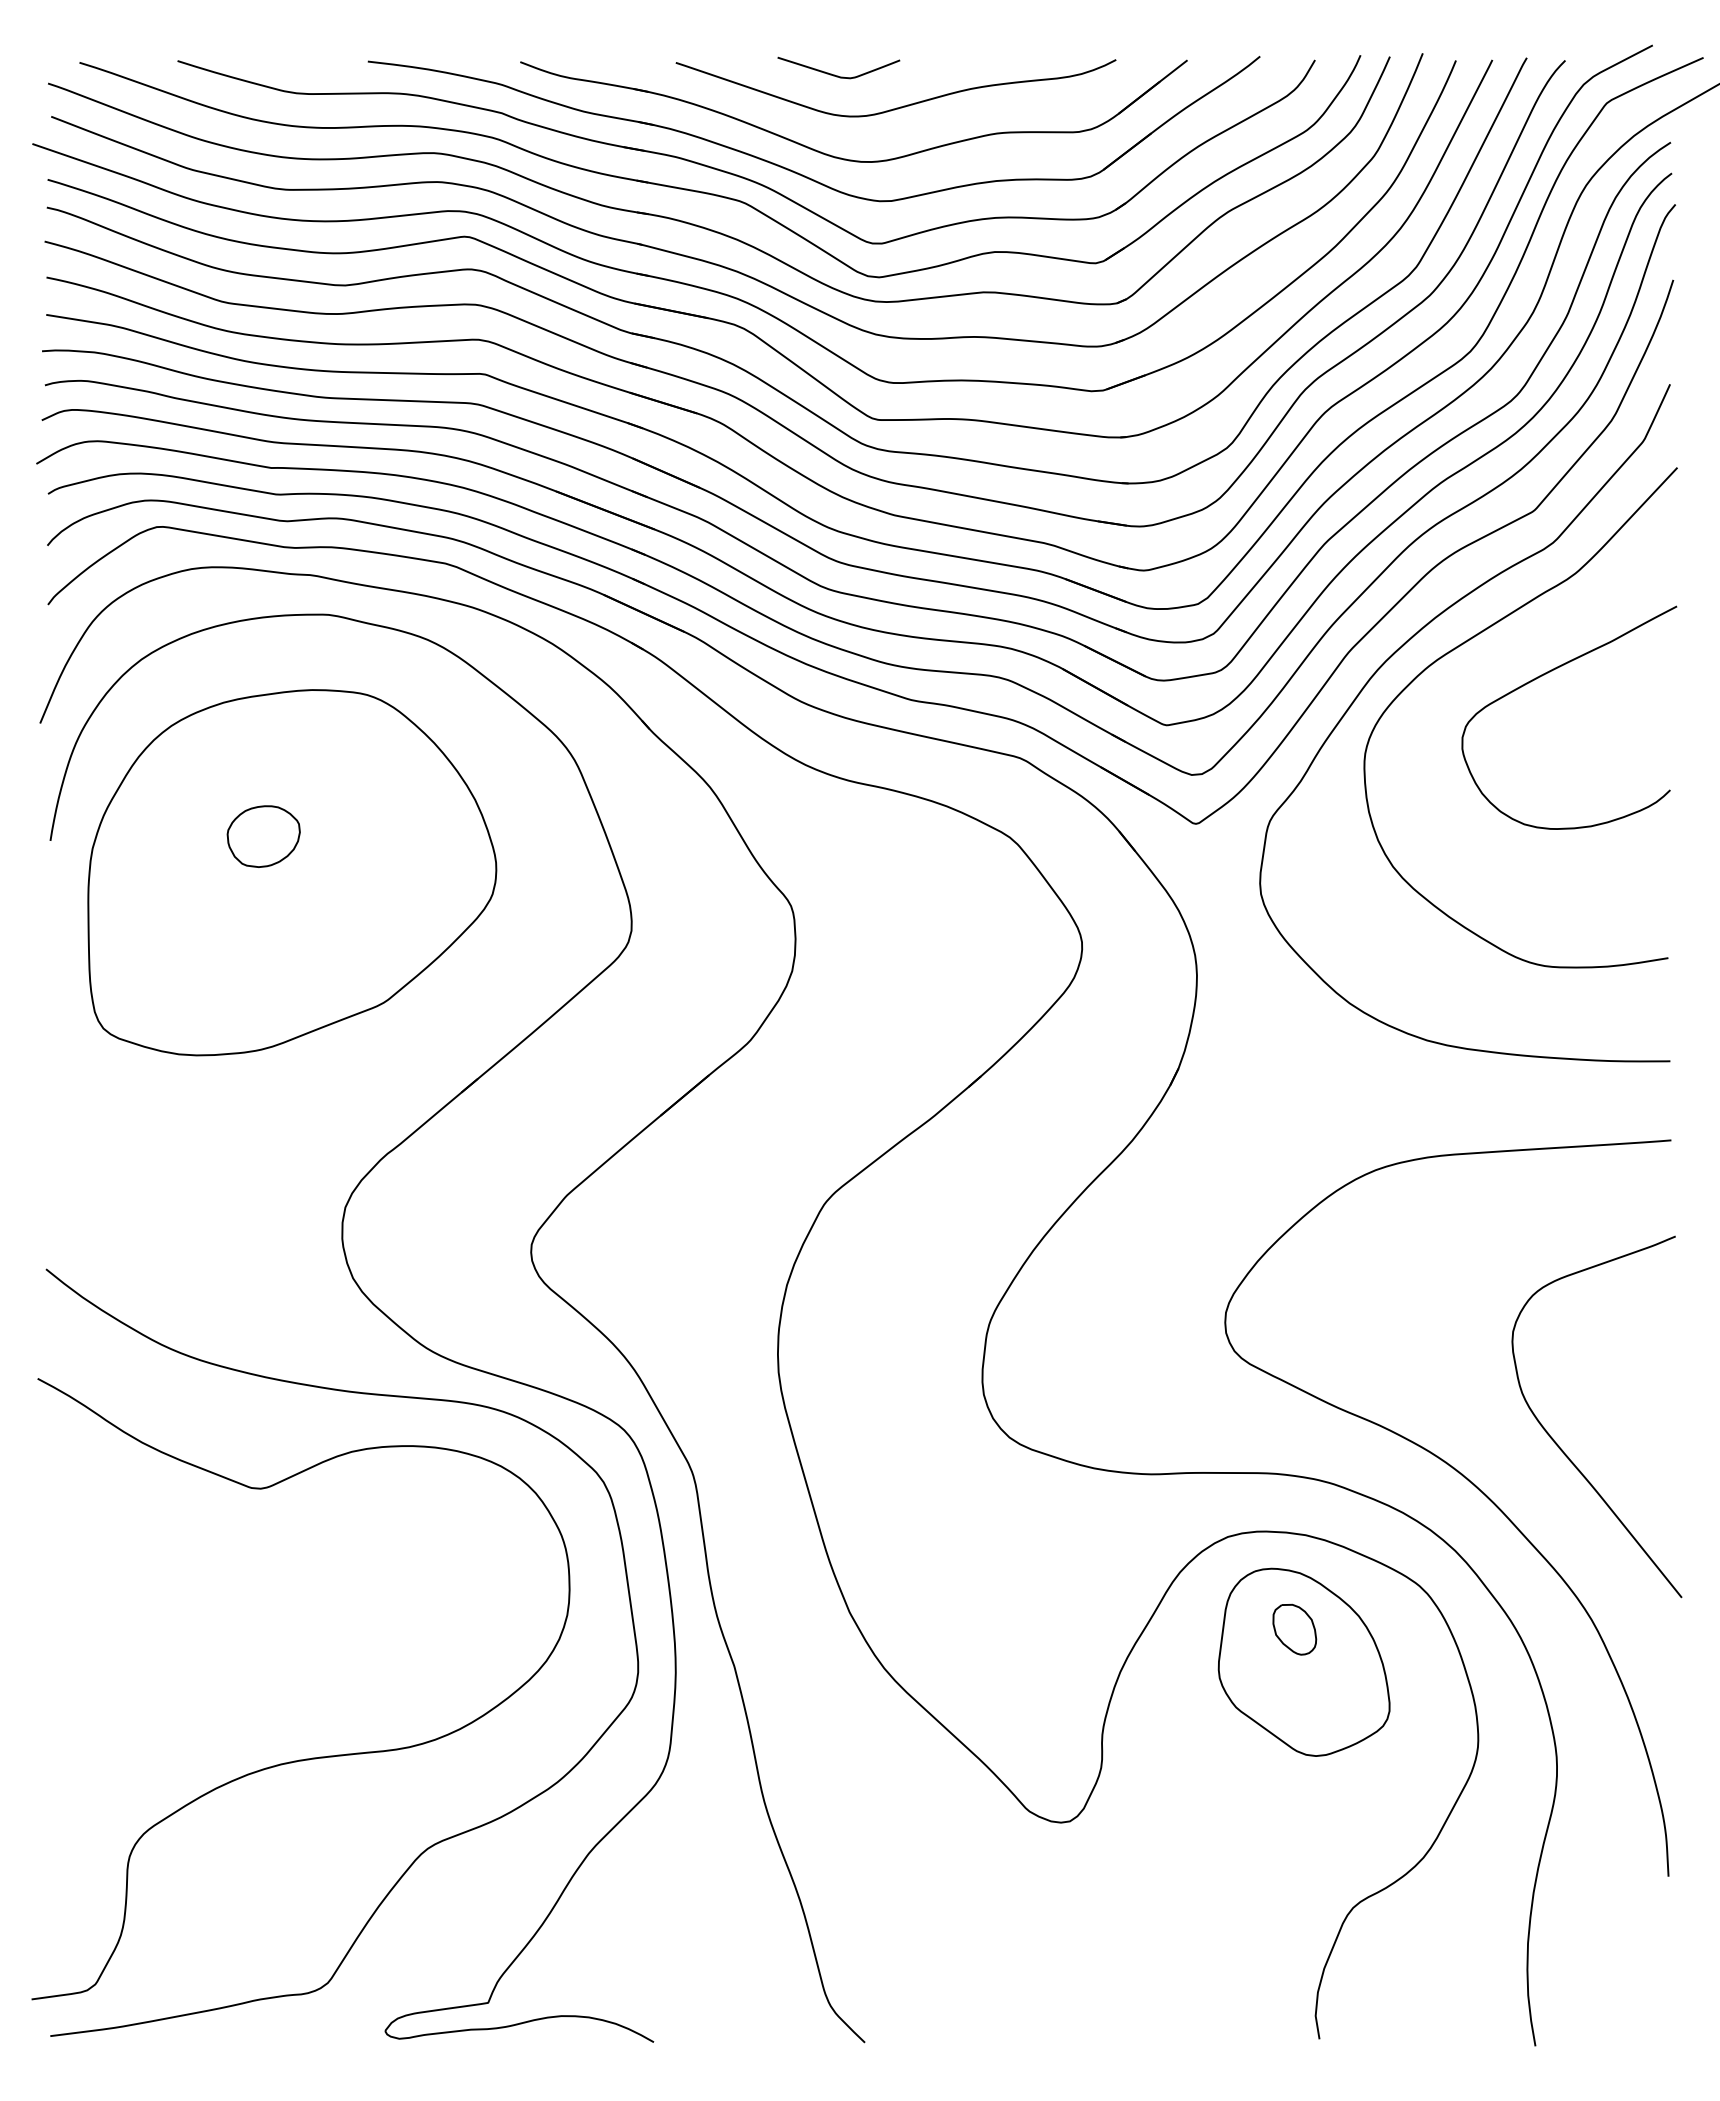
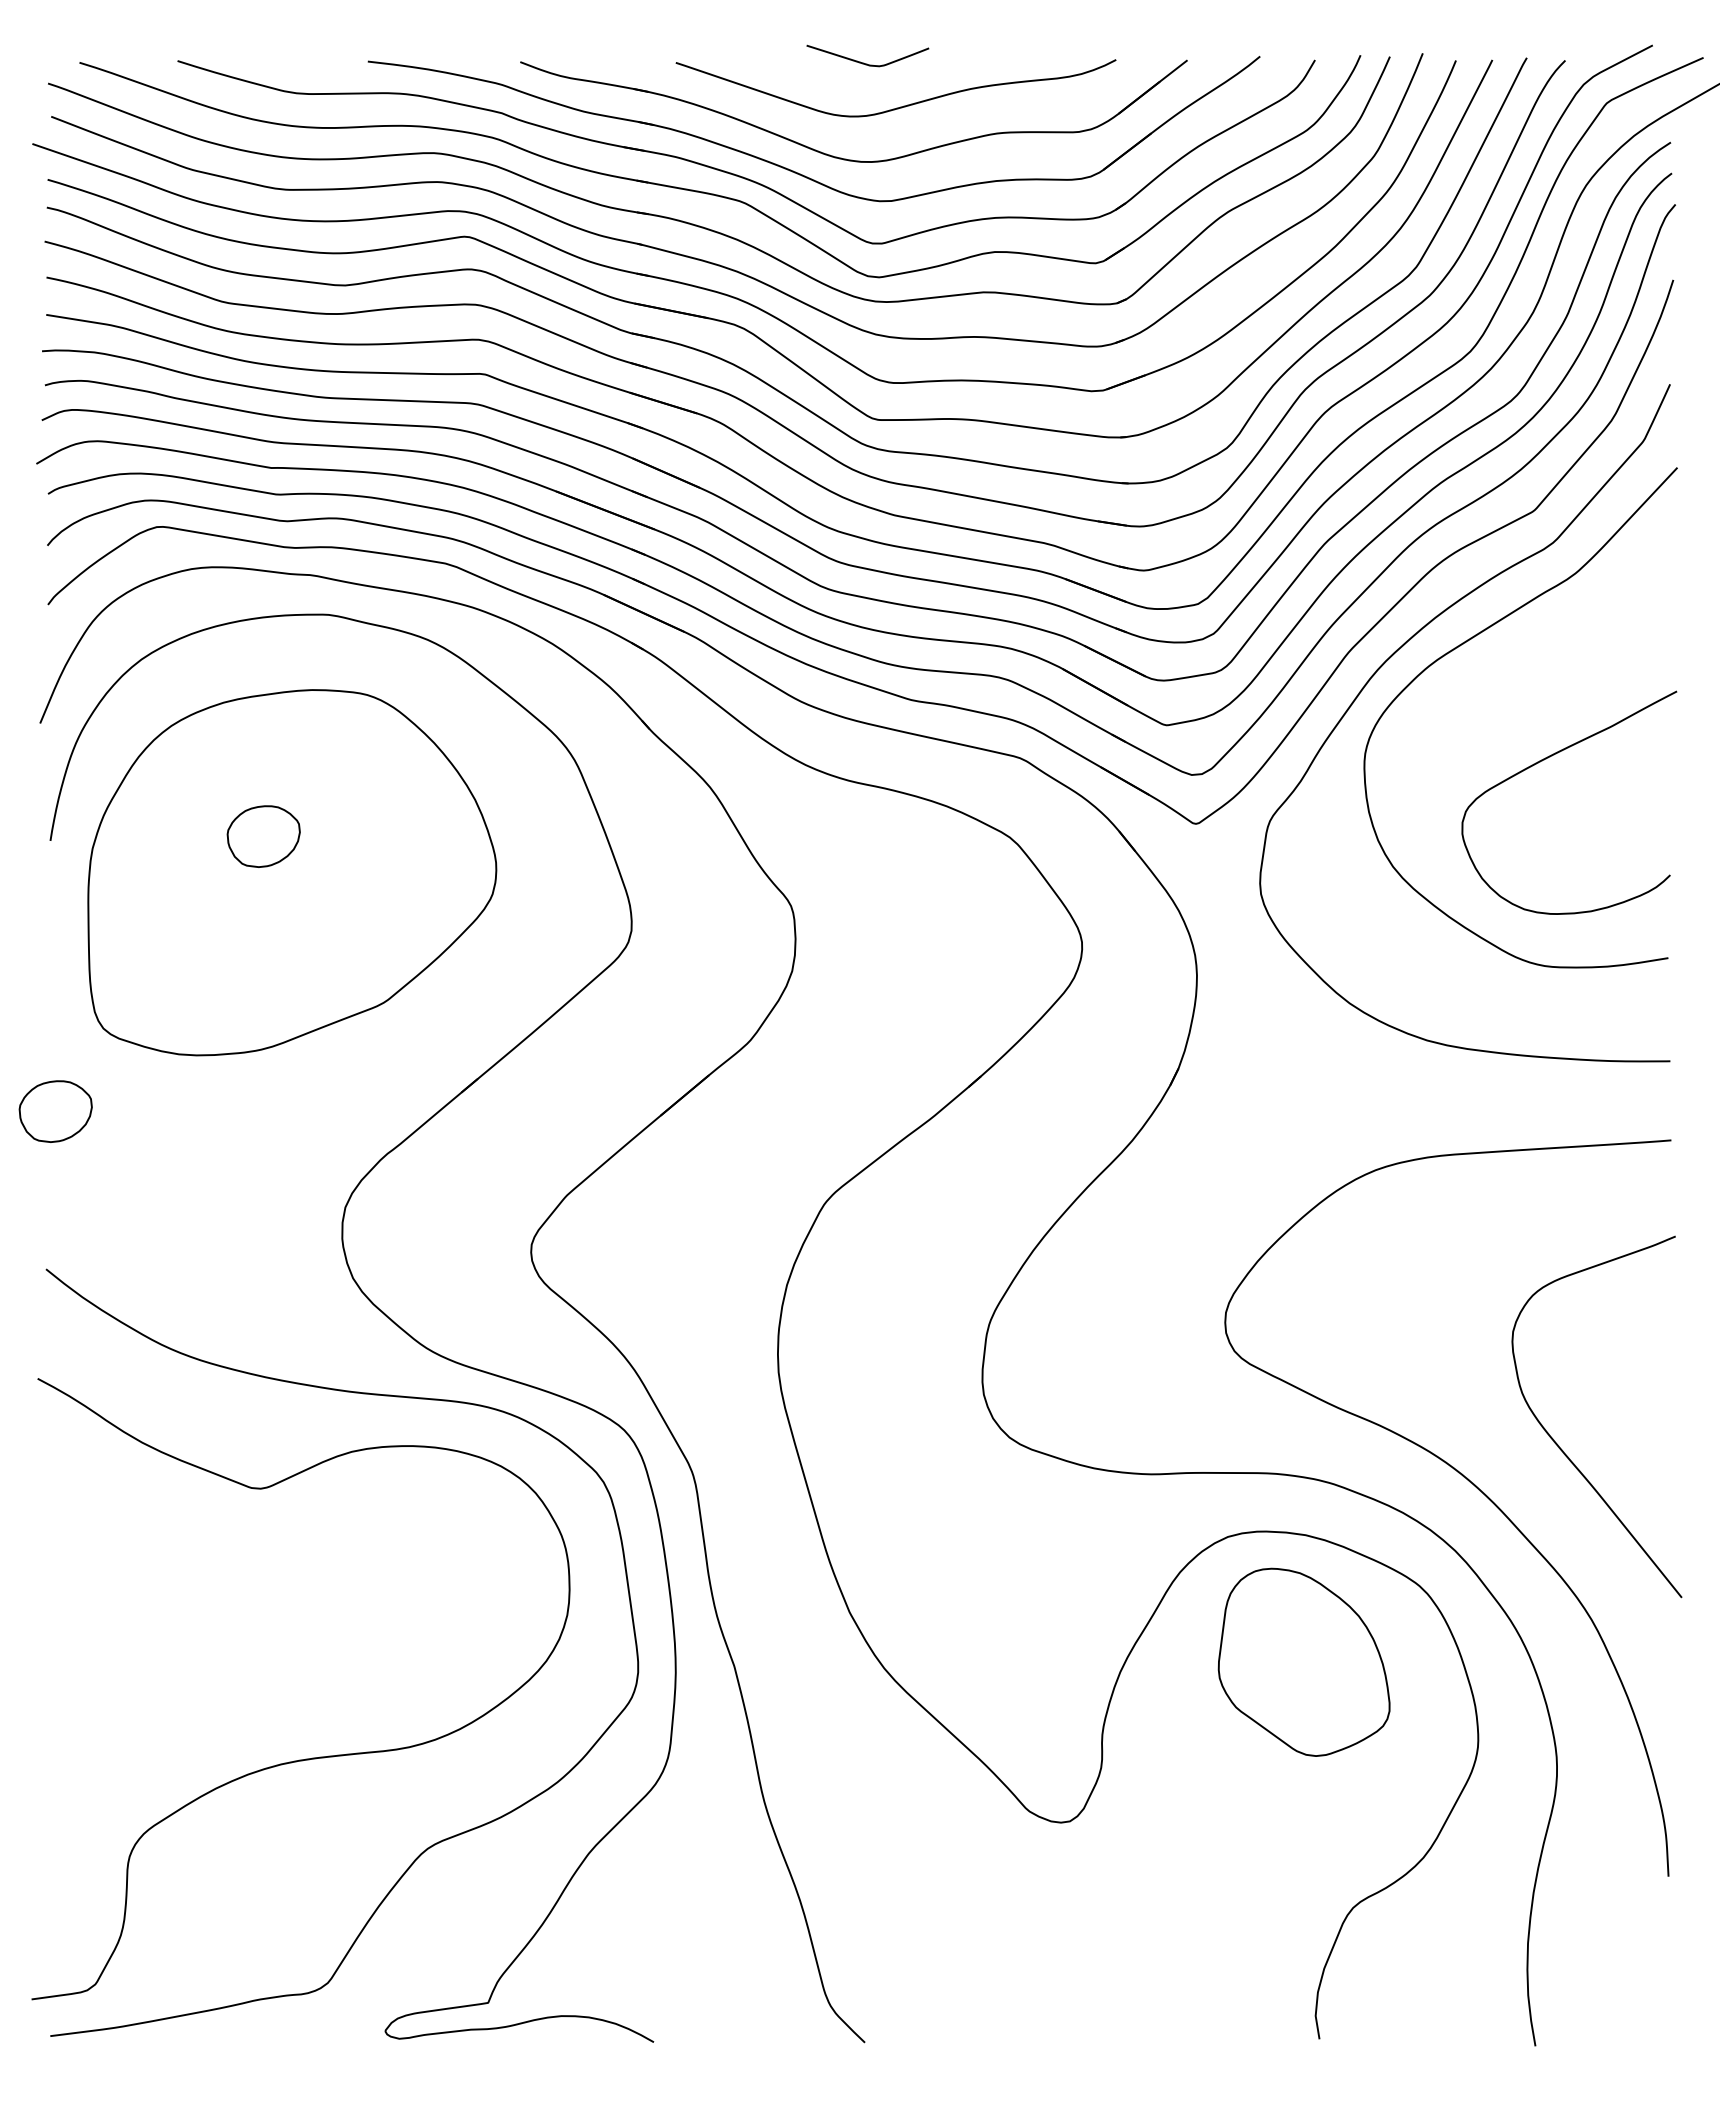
curve at (838, 75) position: (838, 75) -> (867, 63)
curve at (1548, 673) position: (1548, 673) -> (1548, 758)
part at (55, 1111): none -> present
part at (1294, 1629): present -> none
